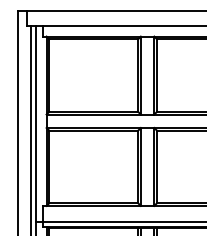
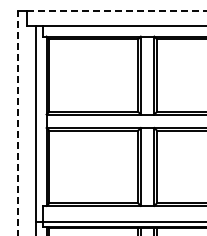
line at (116, 10): solid -> dashed
line at (18, 122): solid -> dashed
line at (31, 128): present -> none
